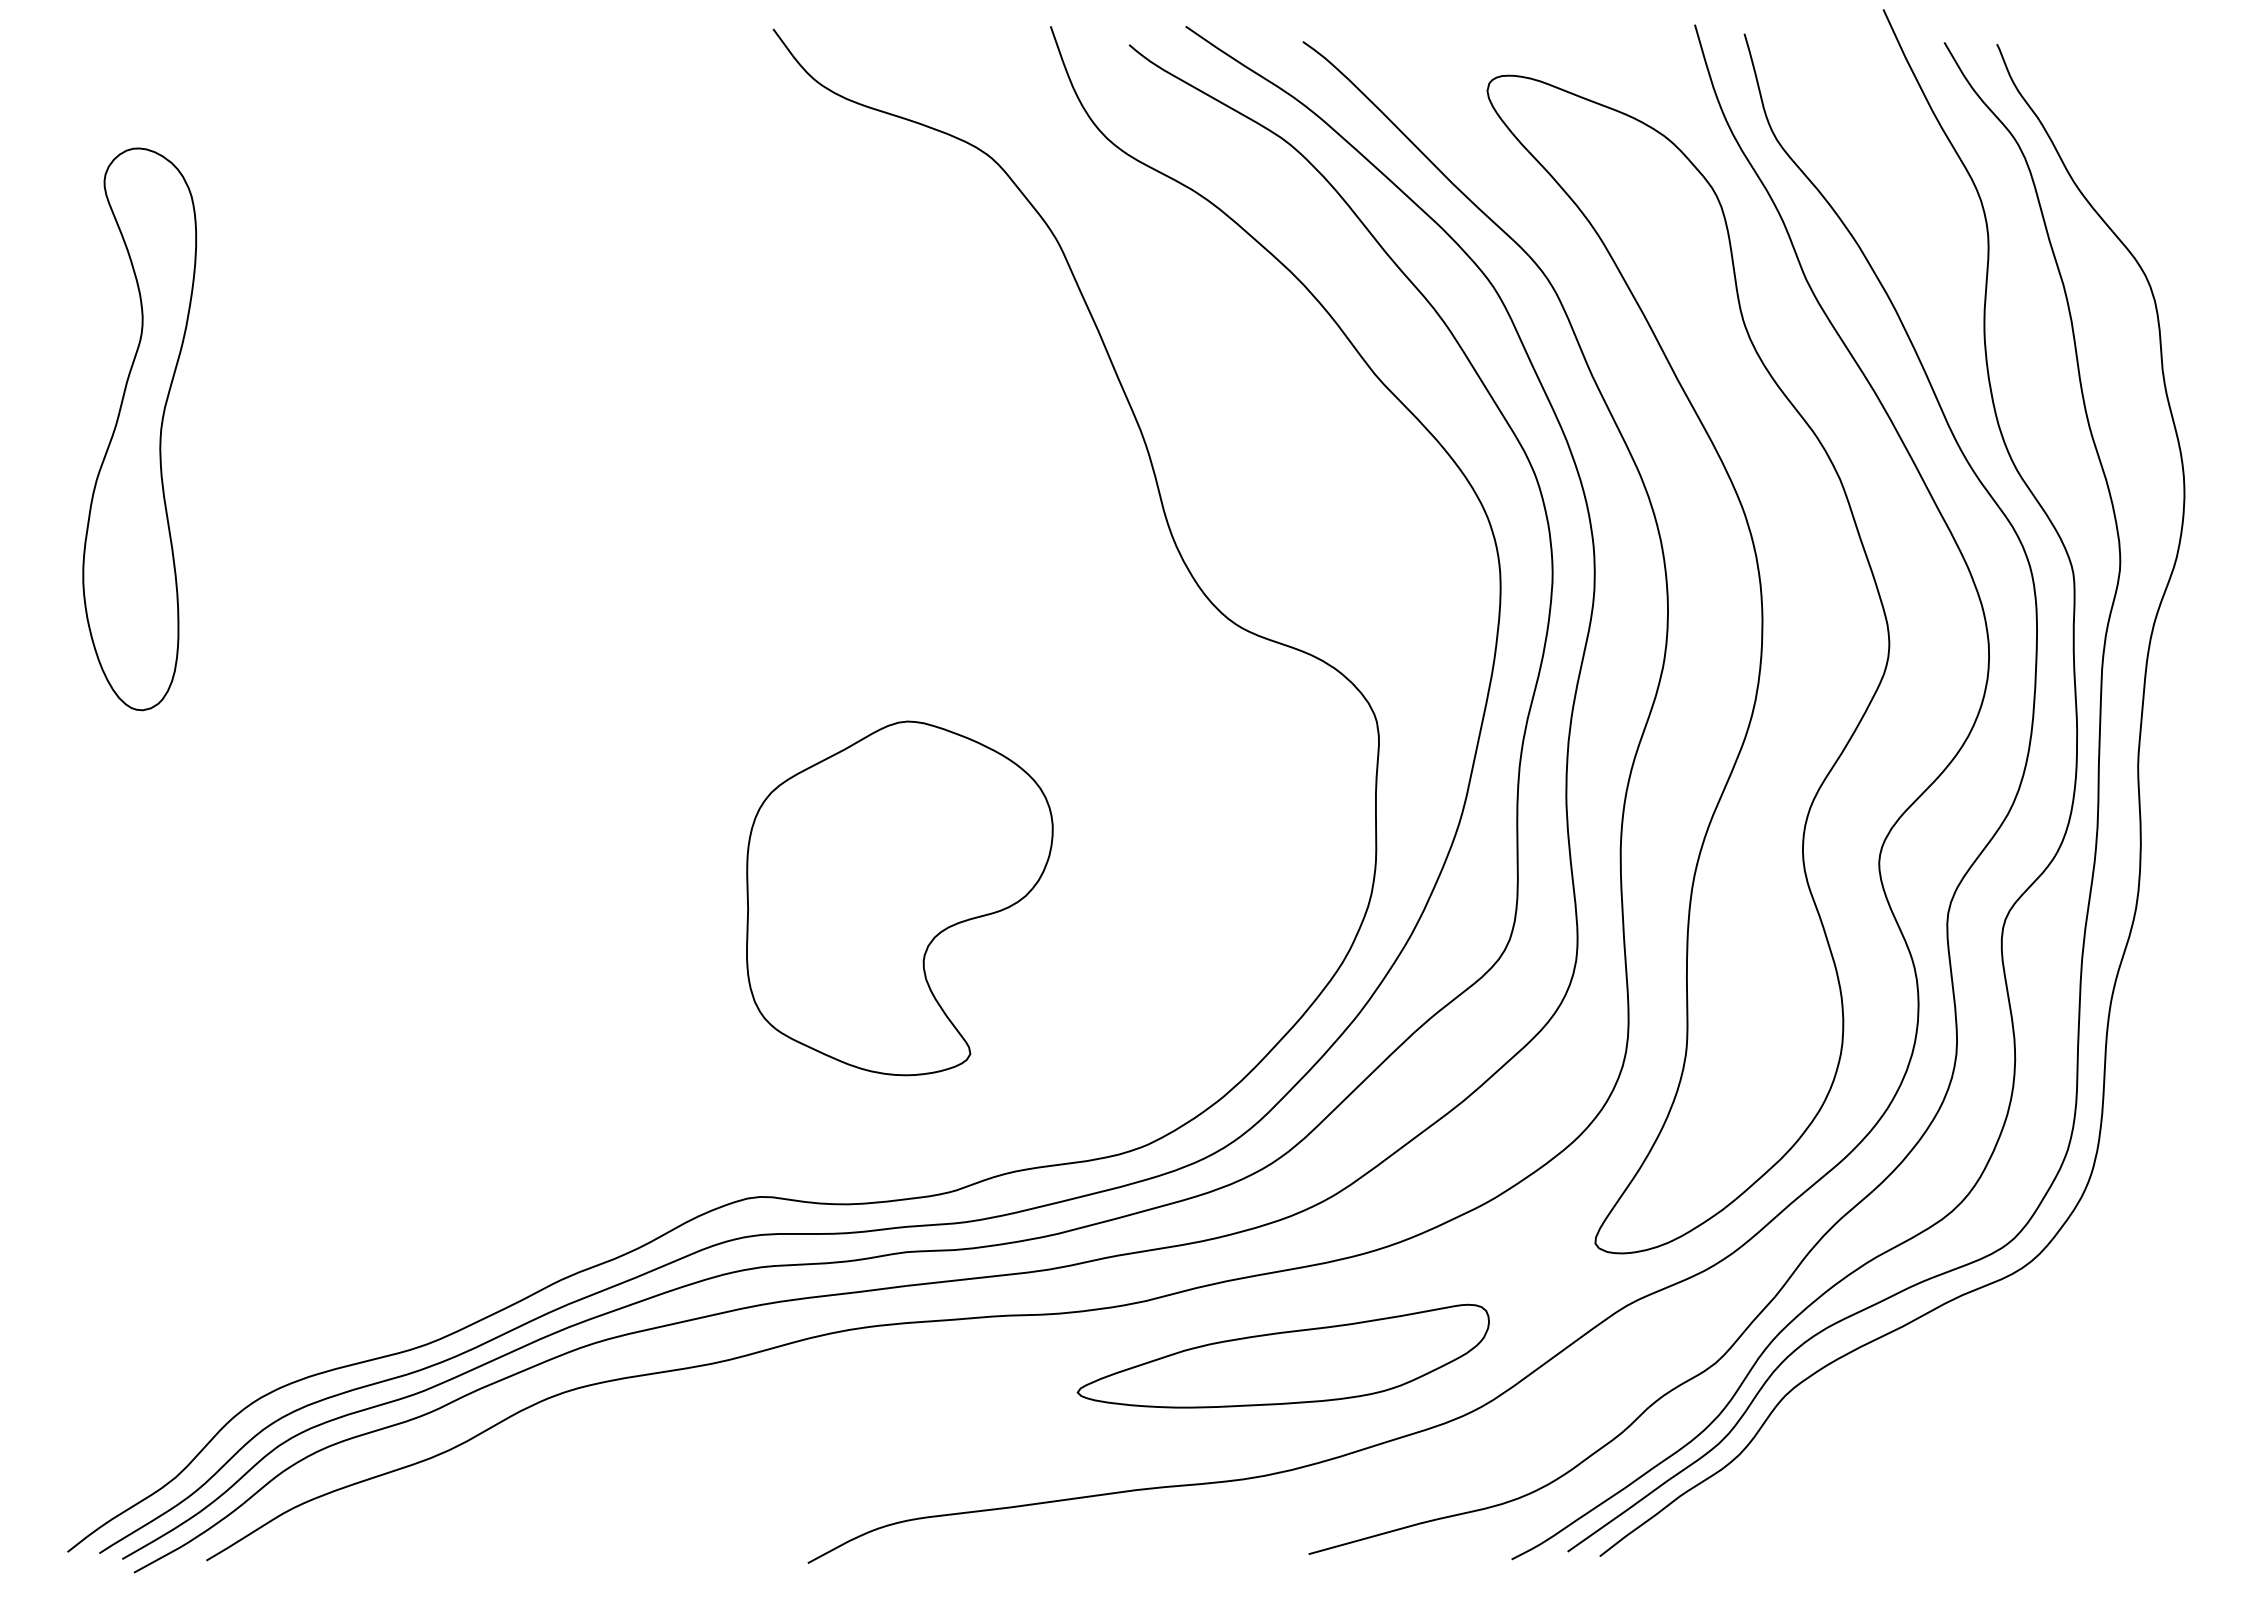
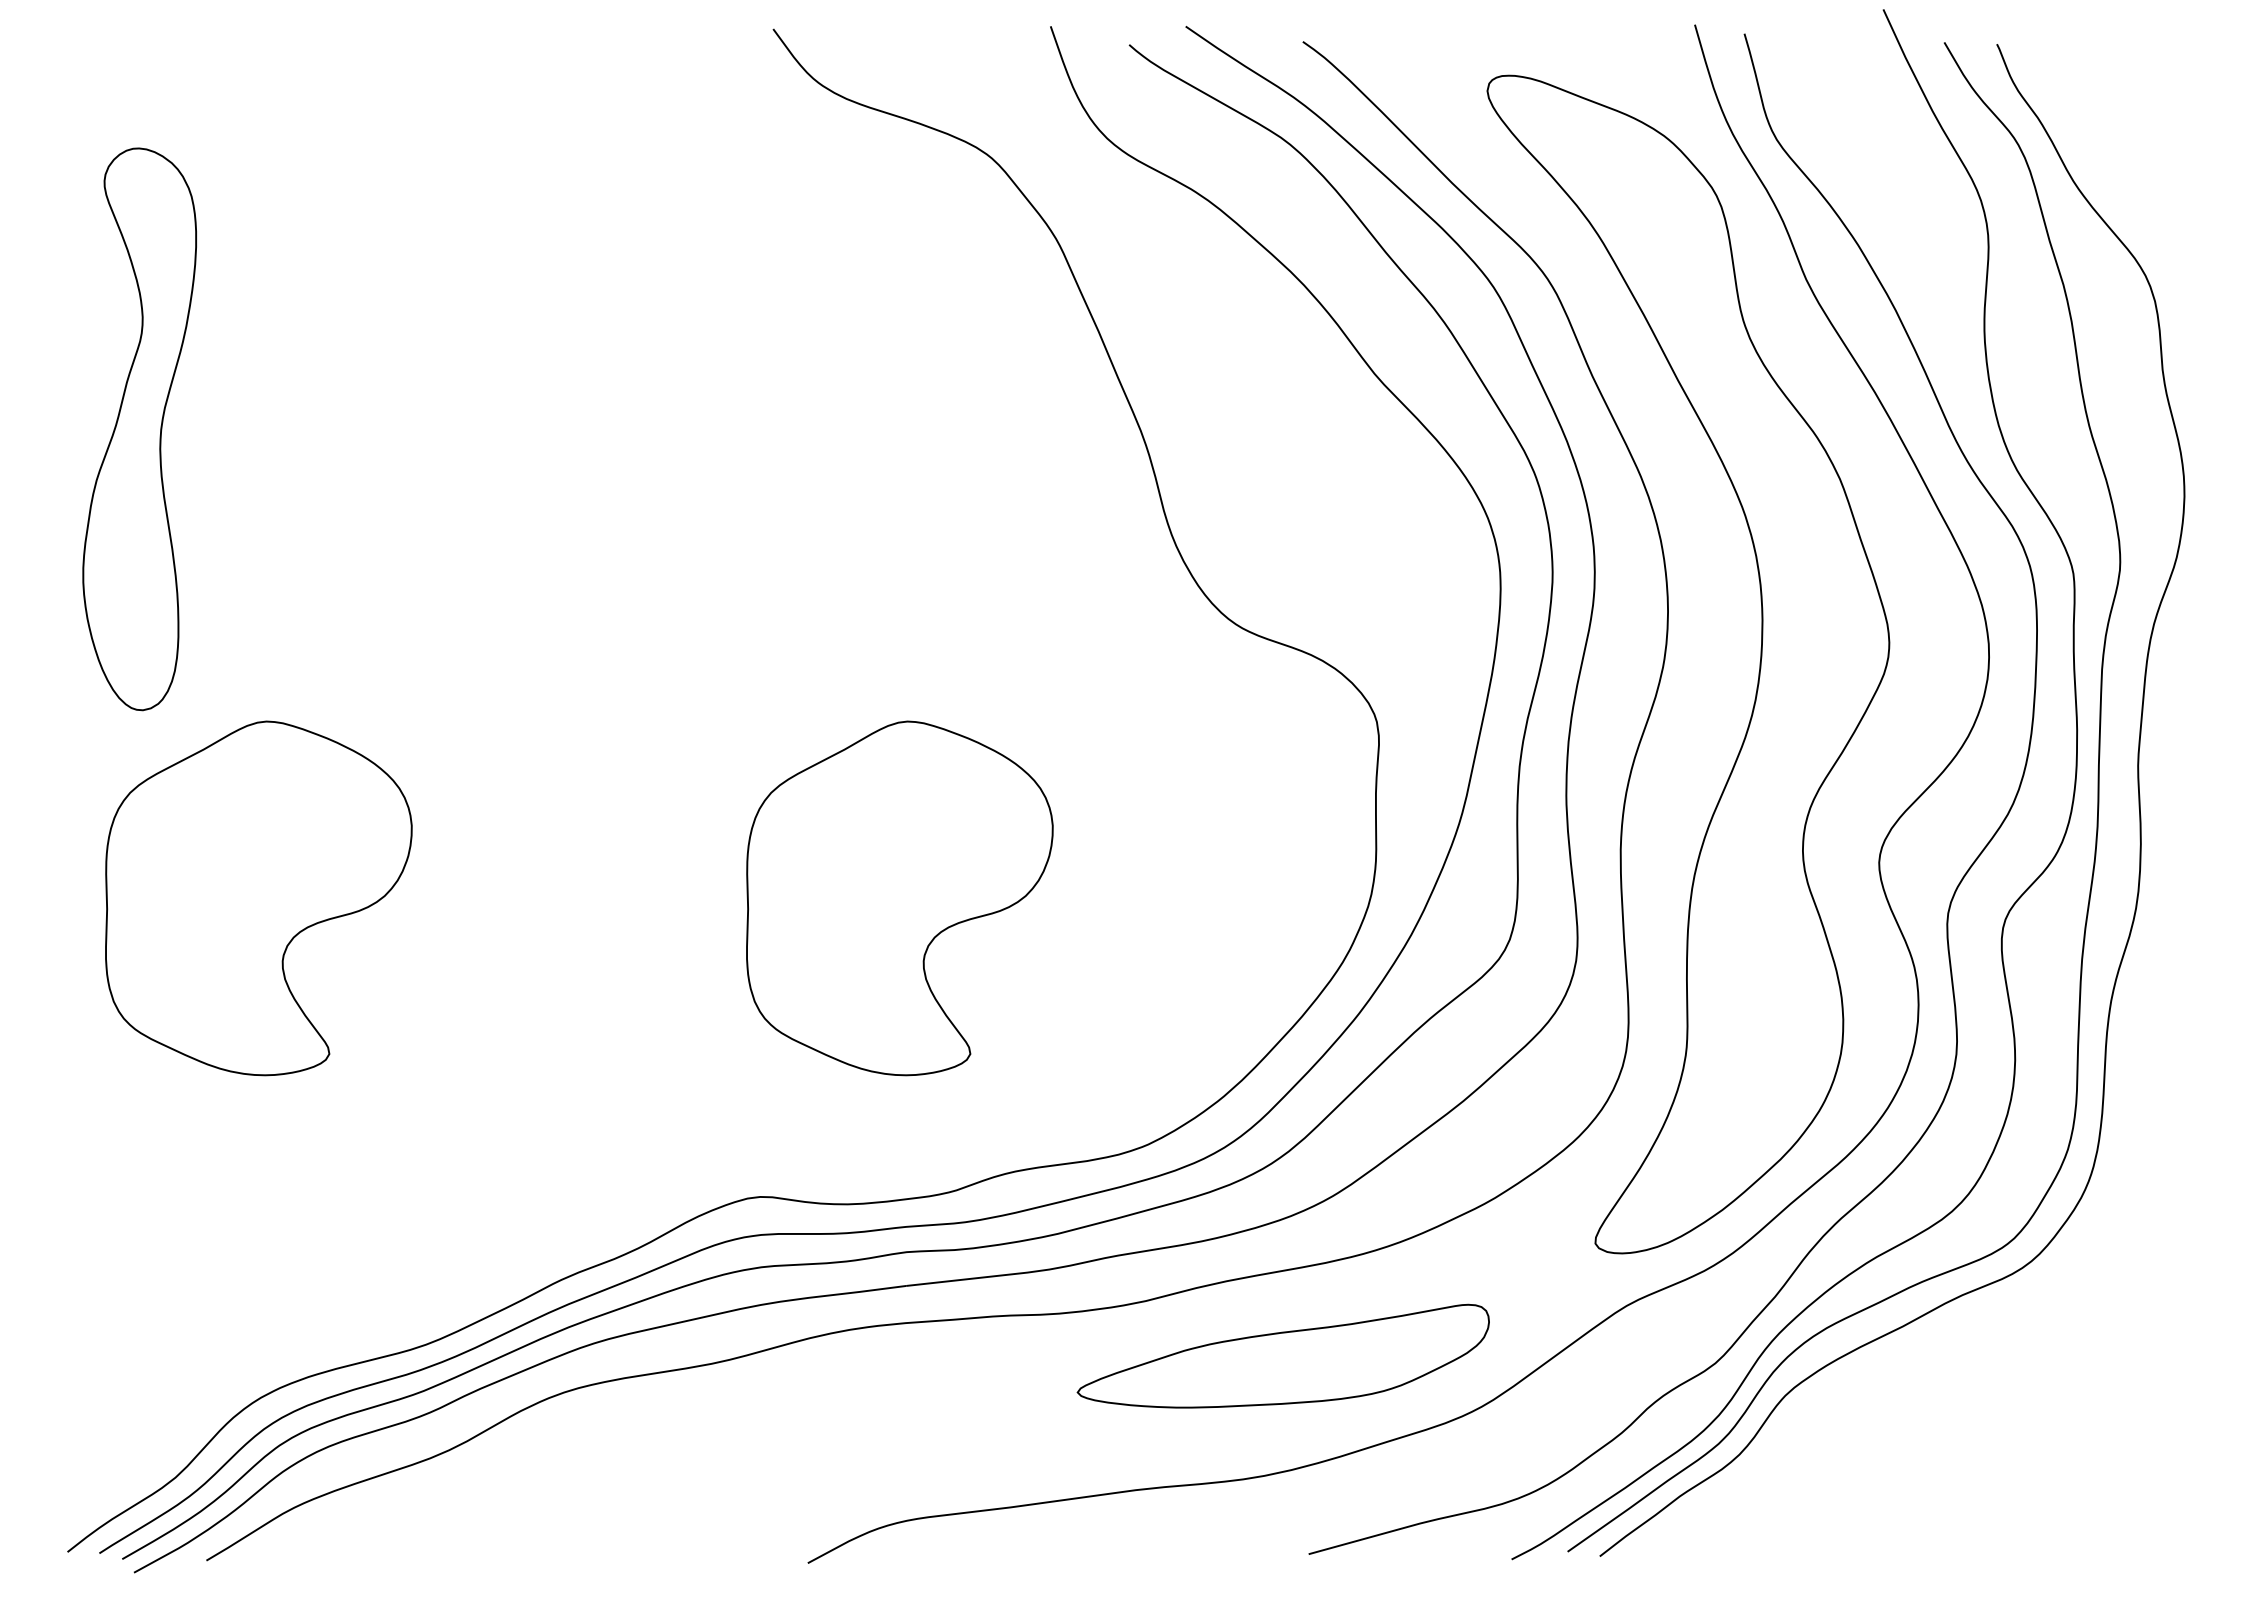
part at (258, 898): none -> present
